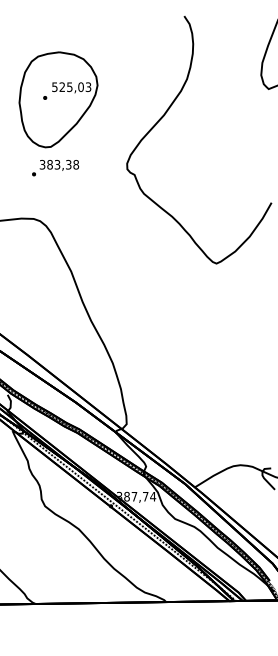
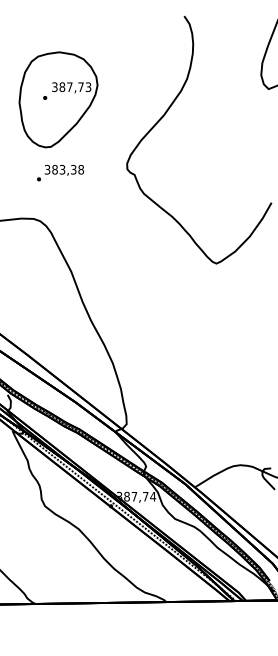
text at (67, 87): 525,03 -> 387,73
text at (55, 168) position: (55, 168) -> (60, 173)
